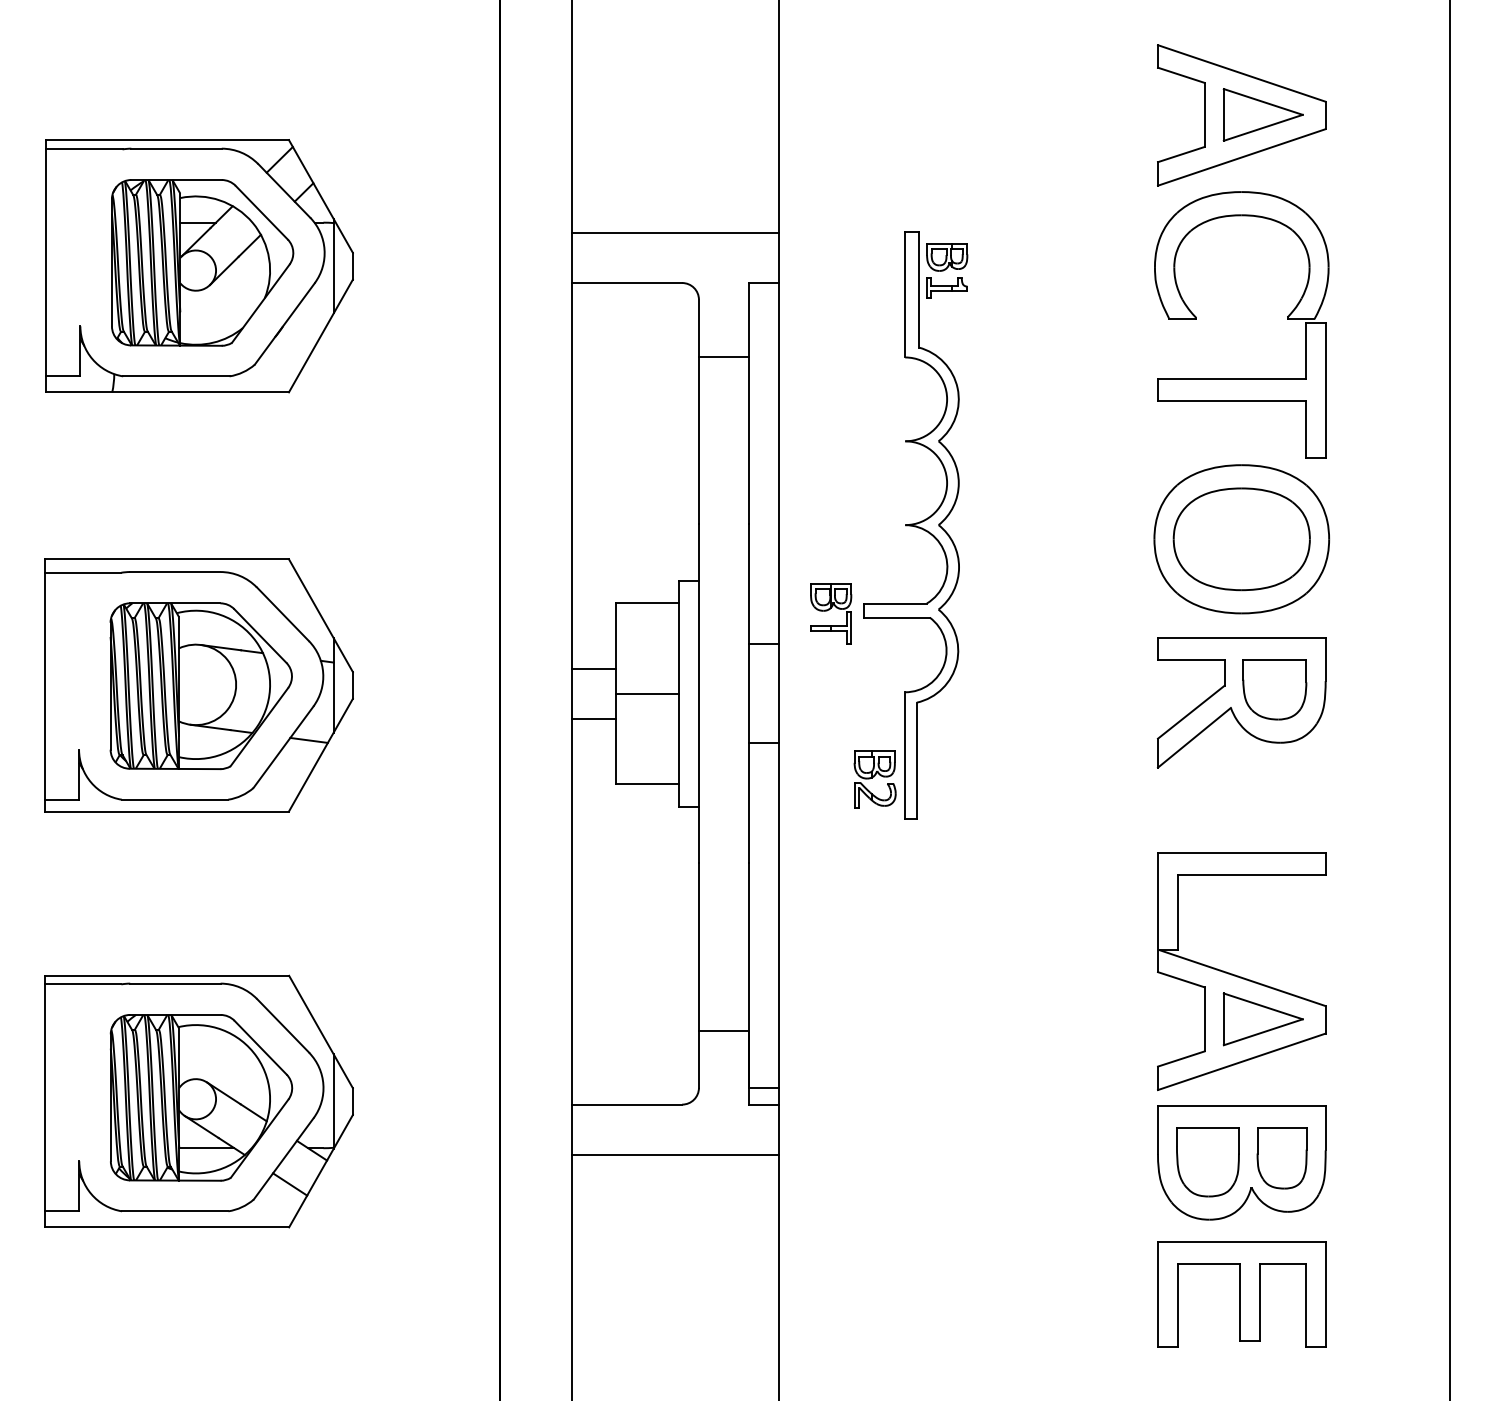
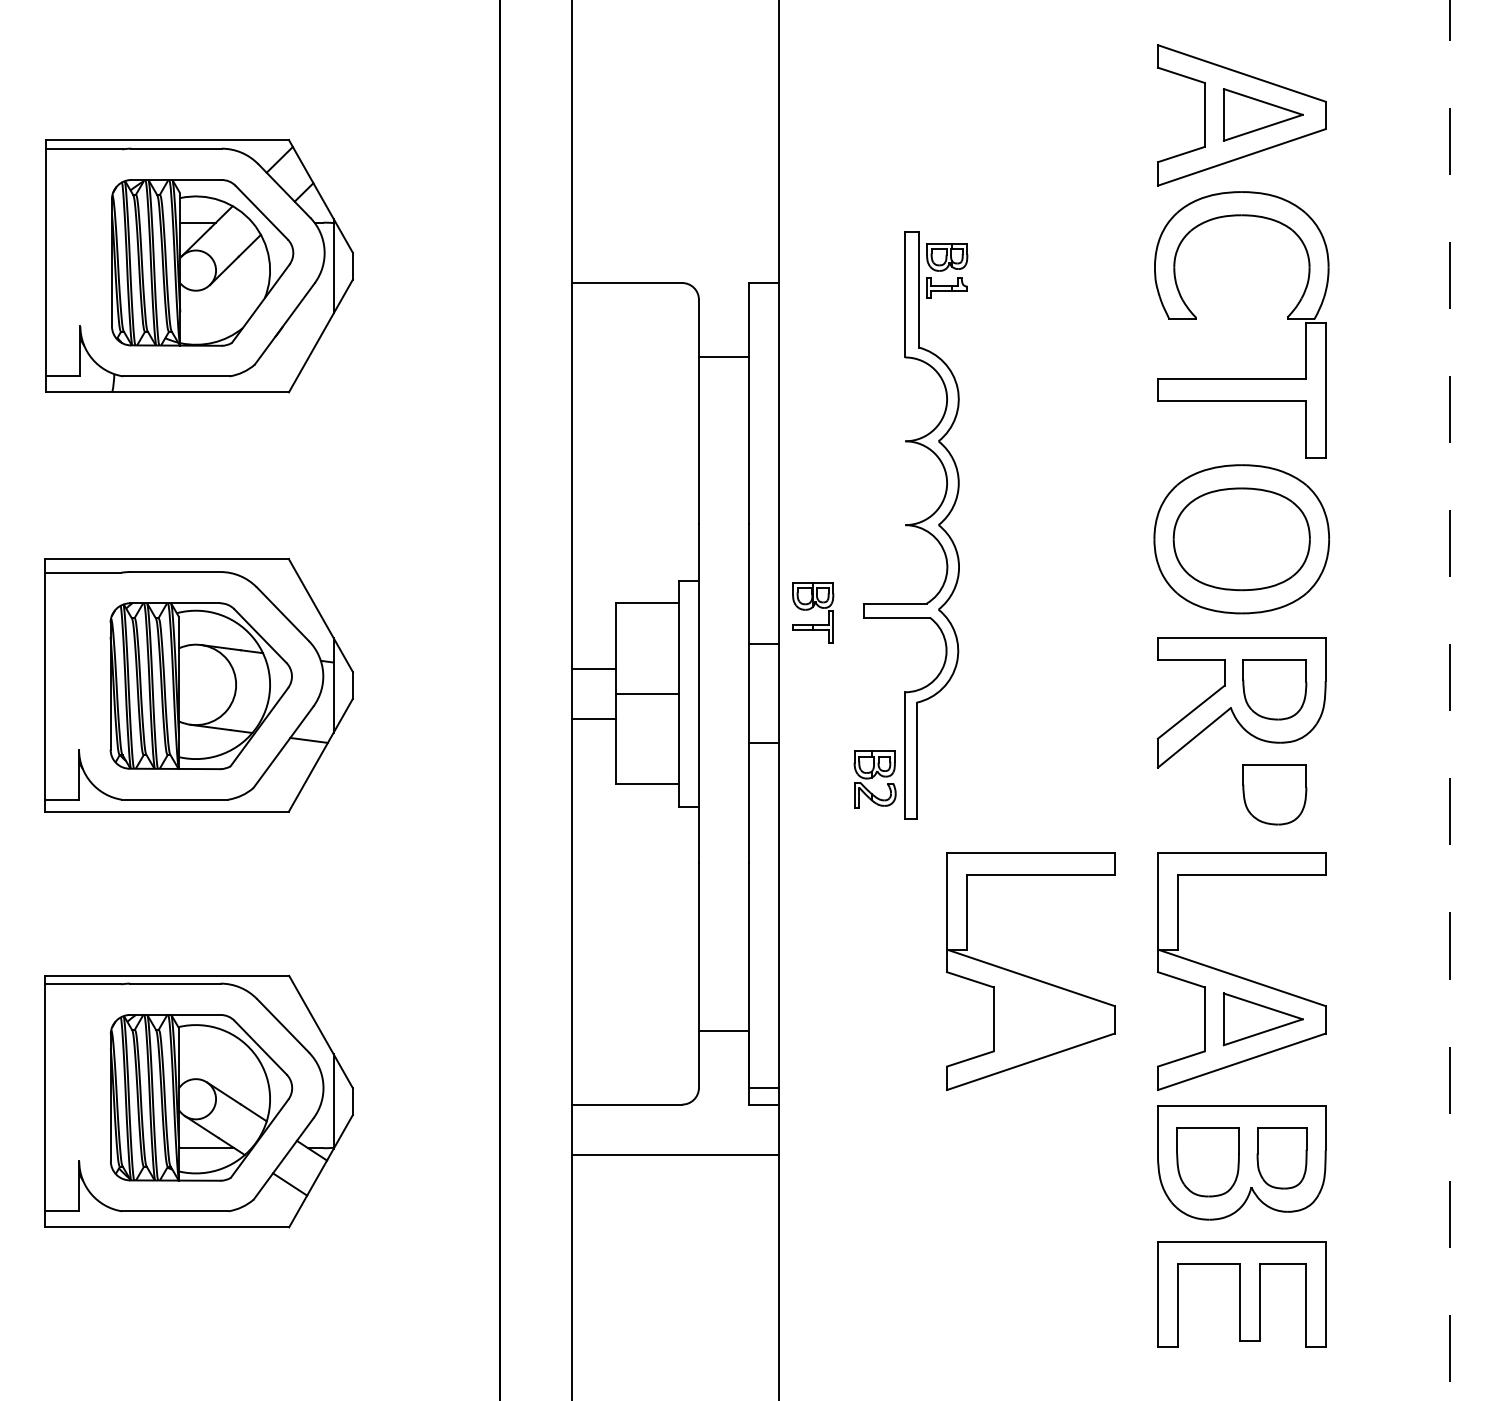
line at (675, 232): present -> none
part at (831, 613) position: (831, 613) -> (813, 612)
line at (1450, 700): solid -> dashed
part at (1274, 794): none -> present
part at (1030, 971): none -> present
